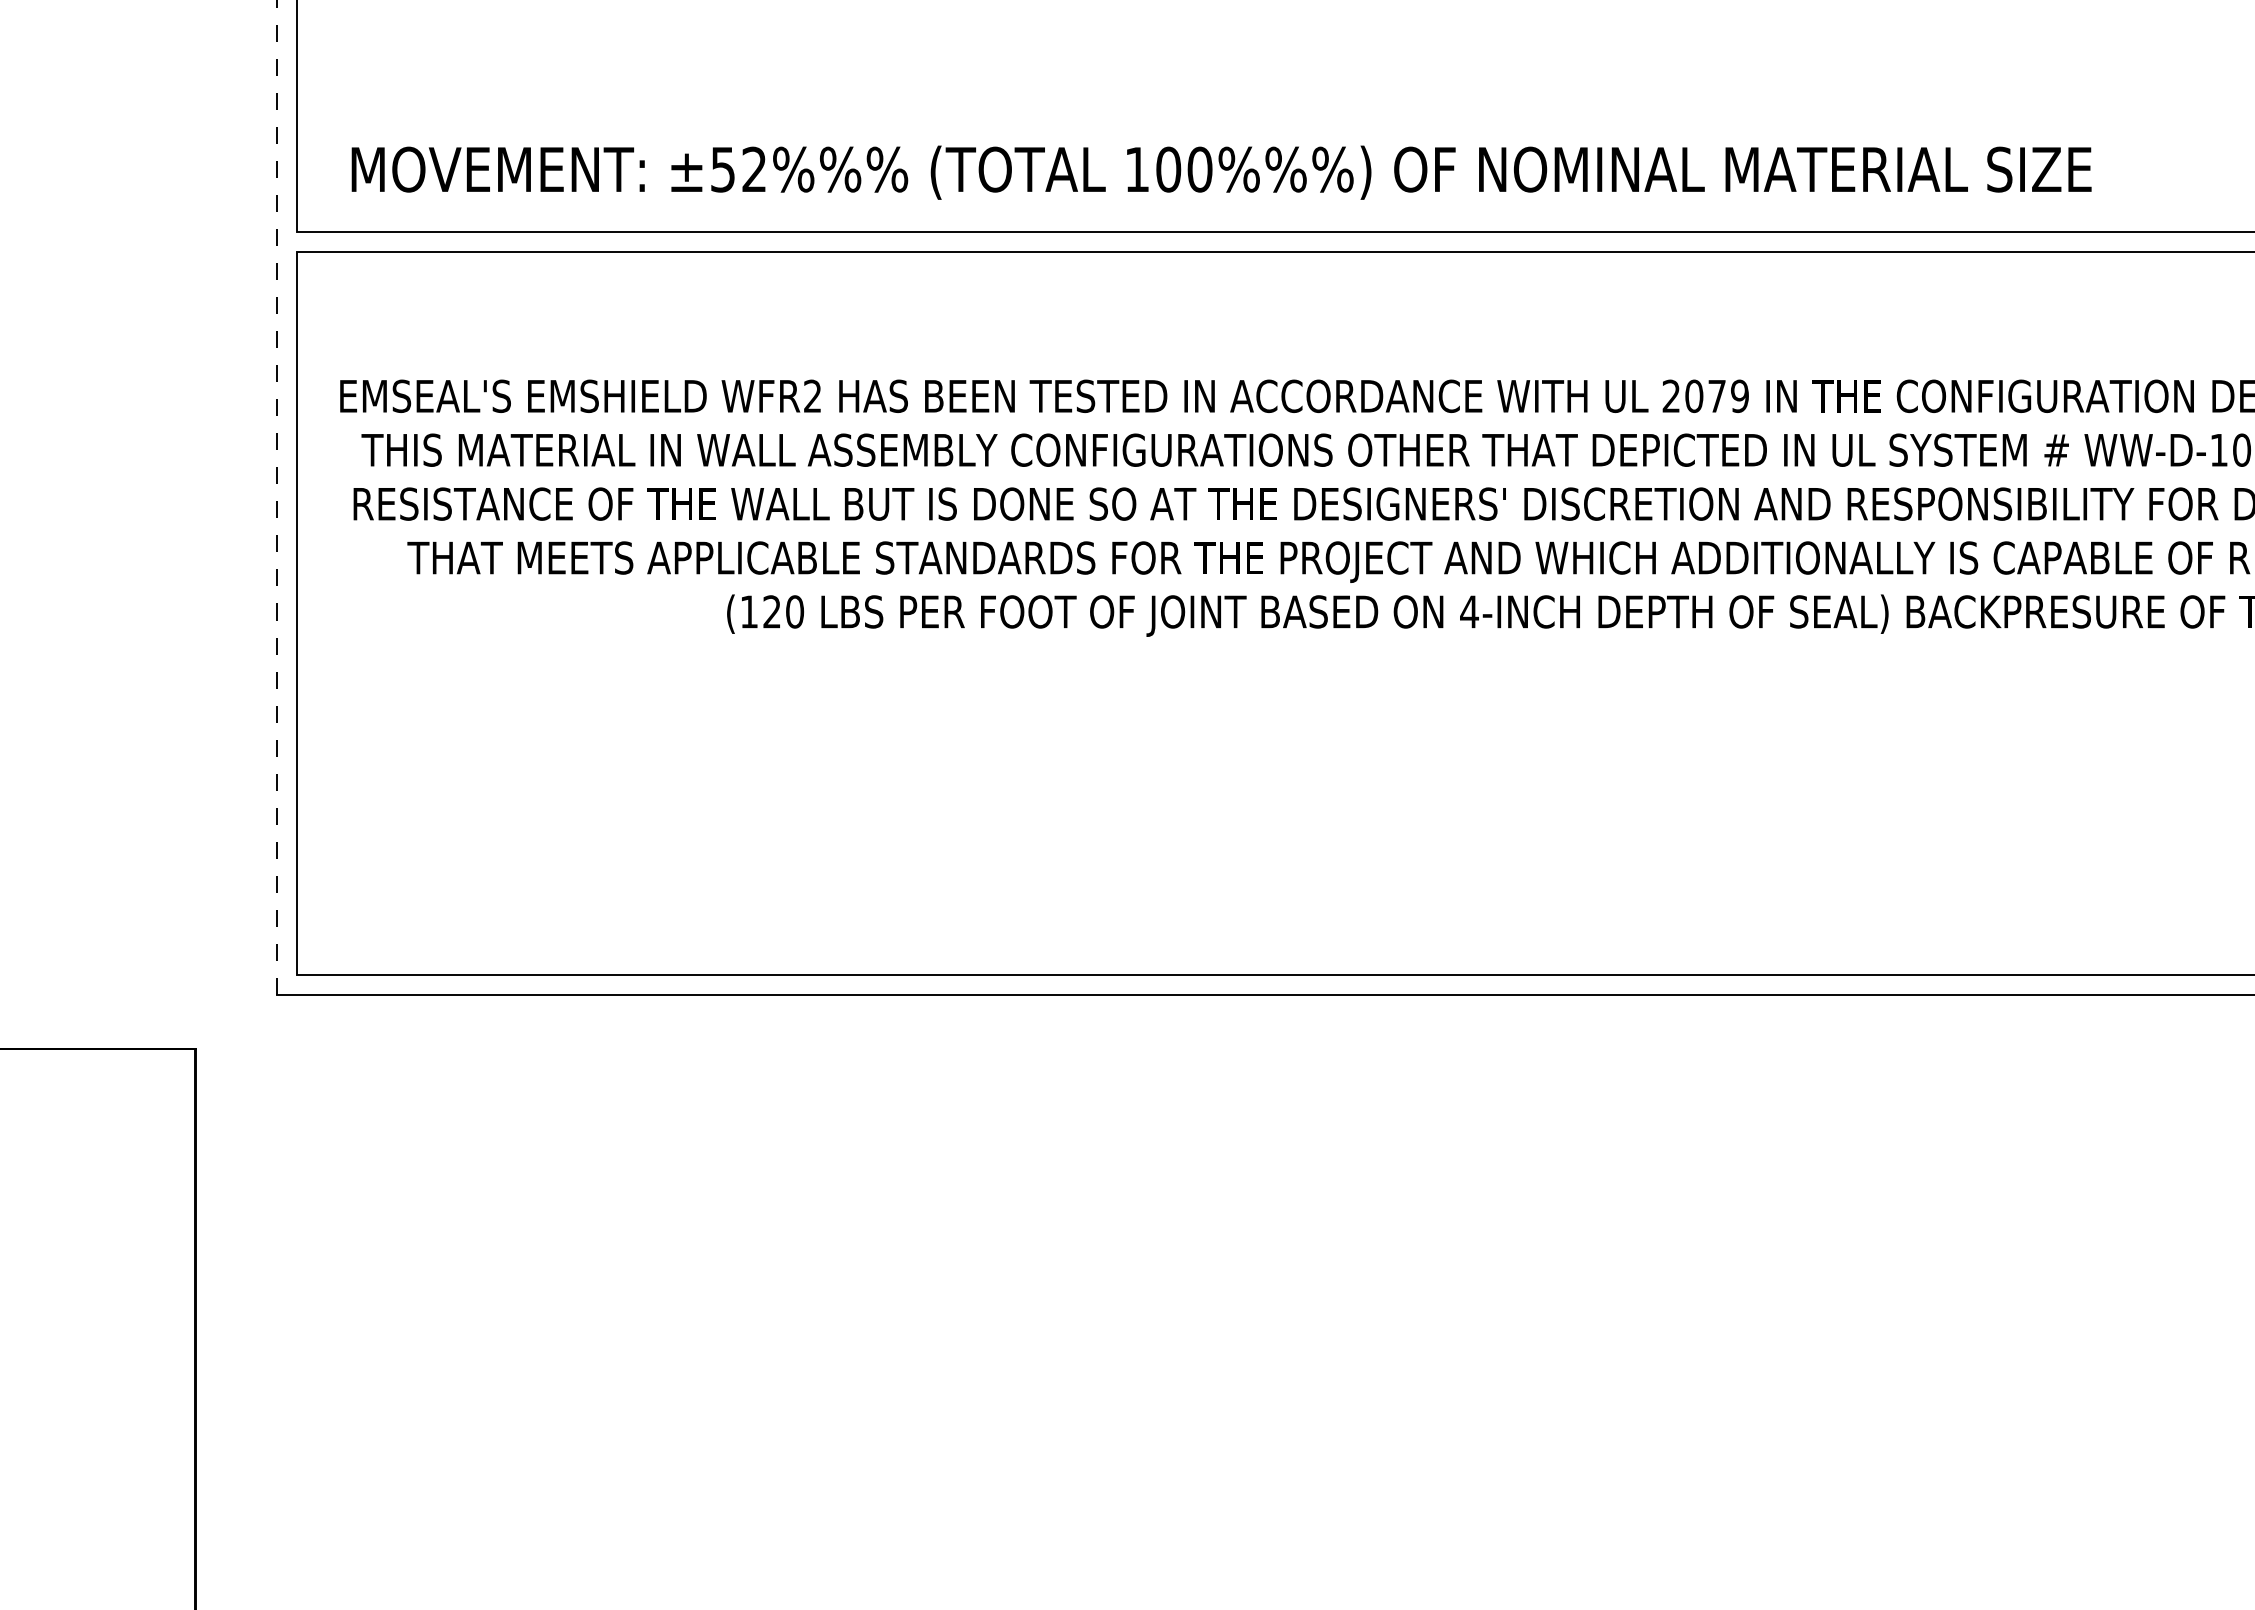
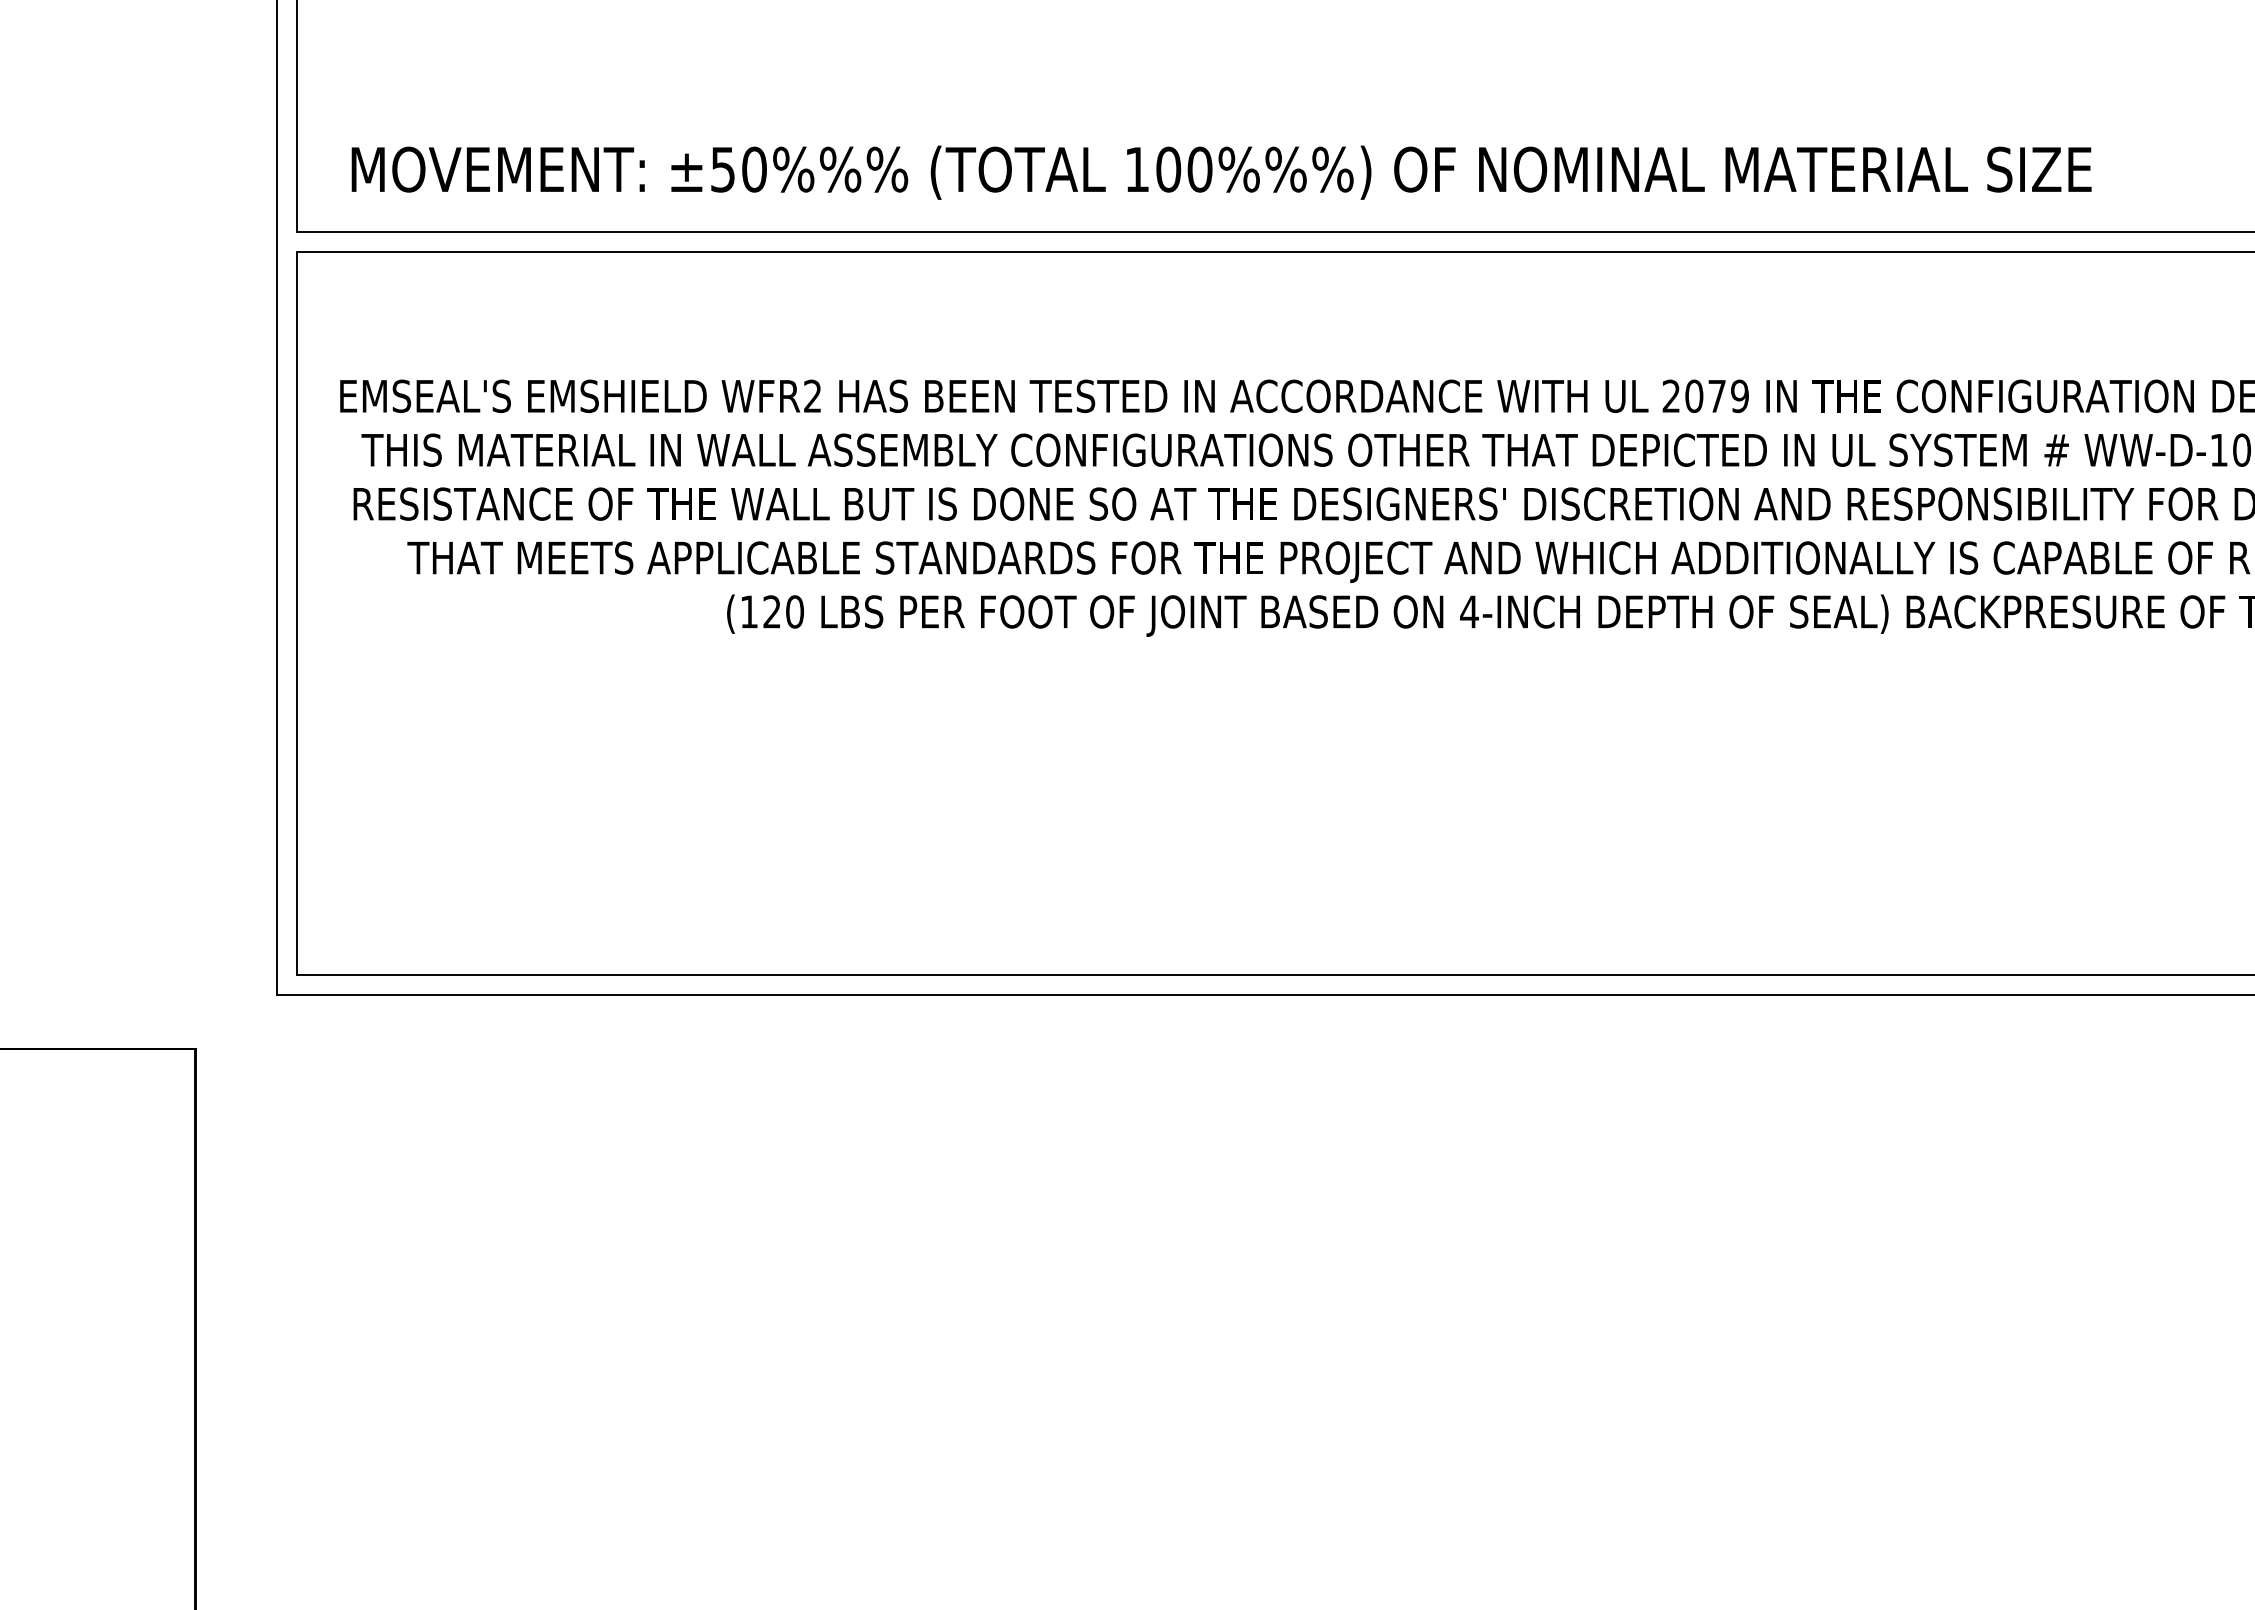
text at (754, 169): ±52%%% -> ±50%%%
line at (277, 497): dashed -> solid
